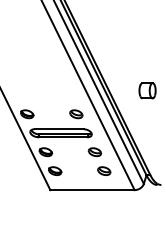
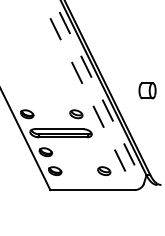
line at (98, 92): solid -> dashed
line at (88, 95): solid -> dashed
part at (94, 152): present -> none
